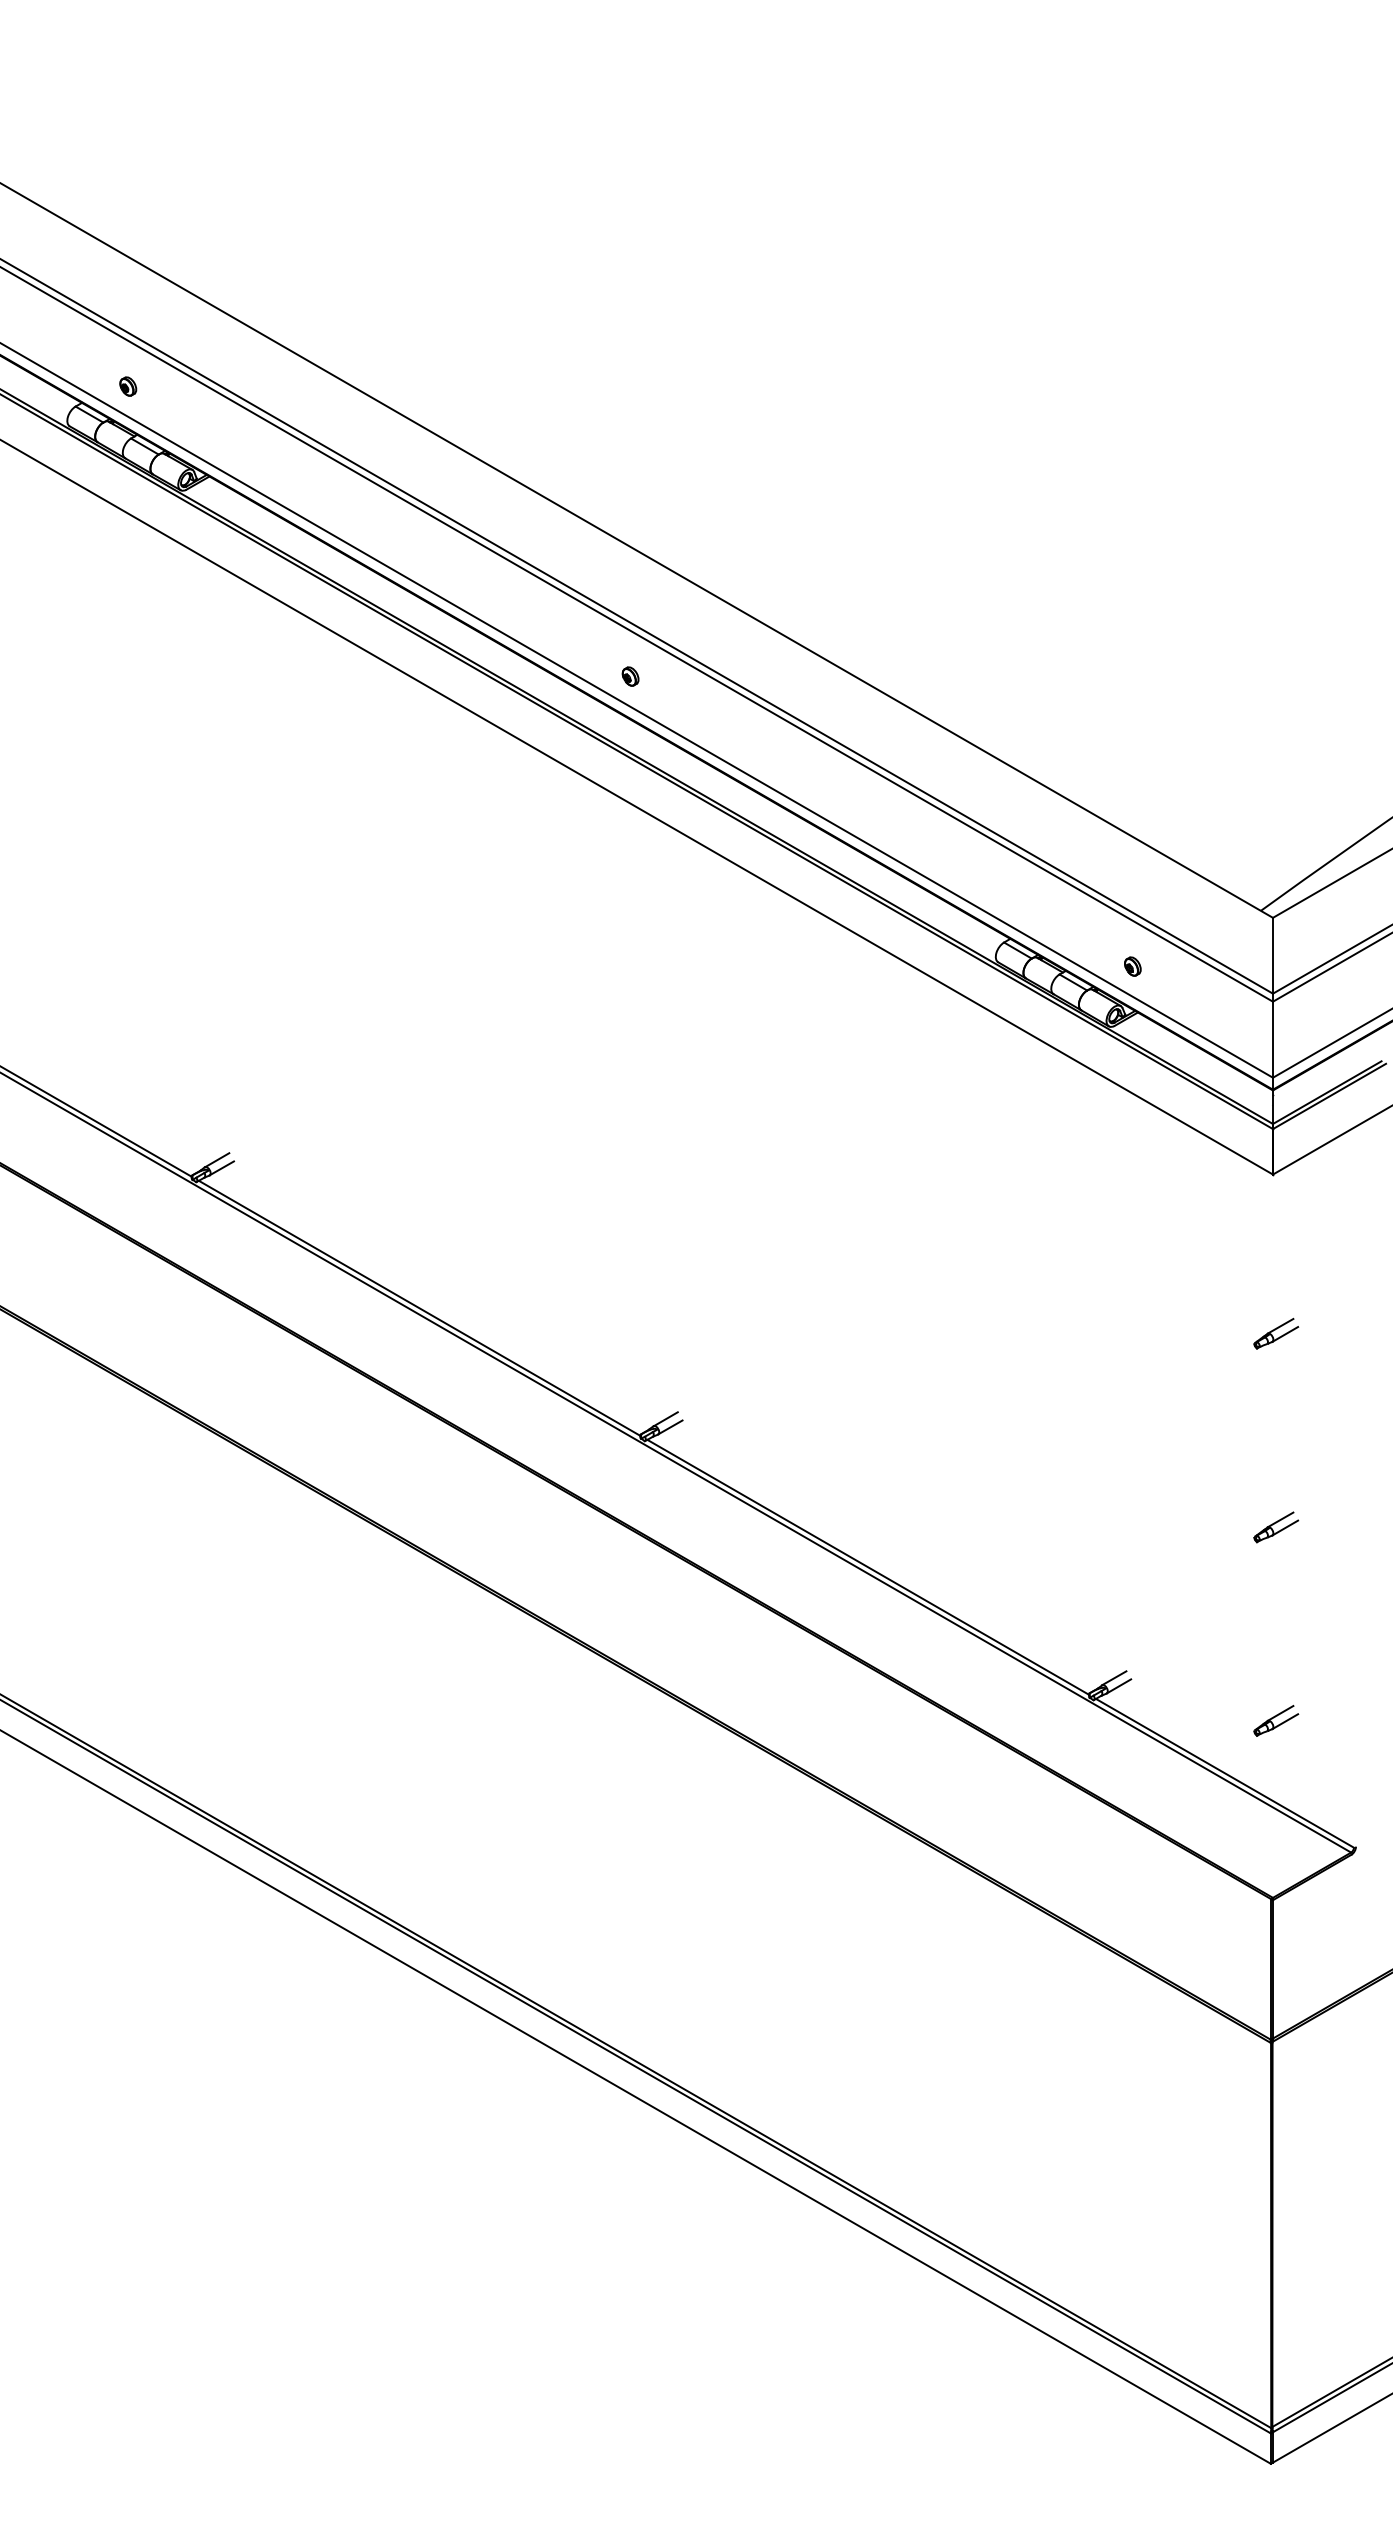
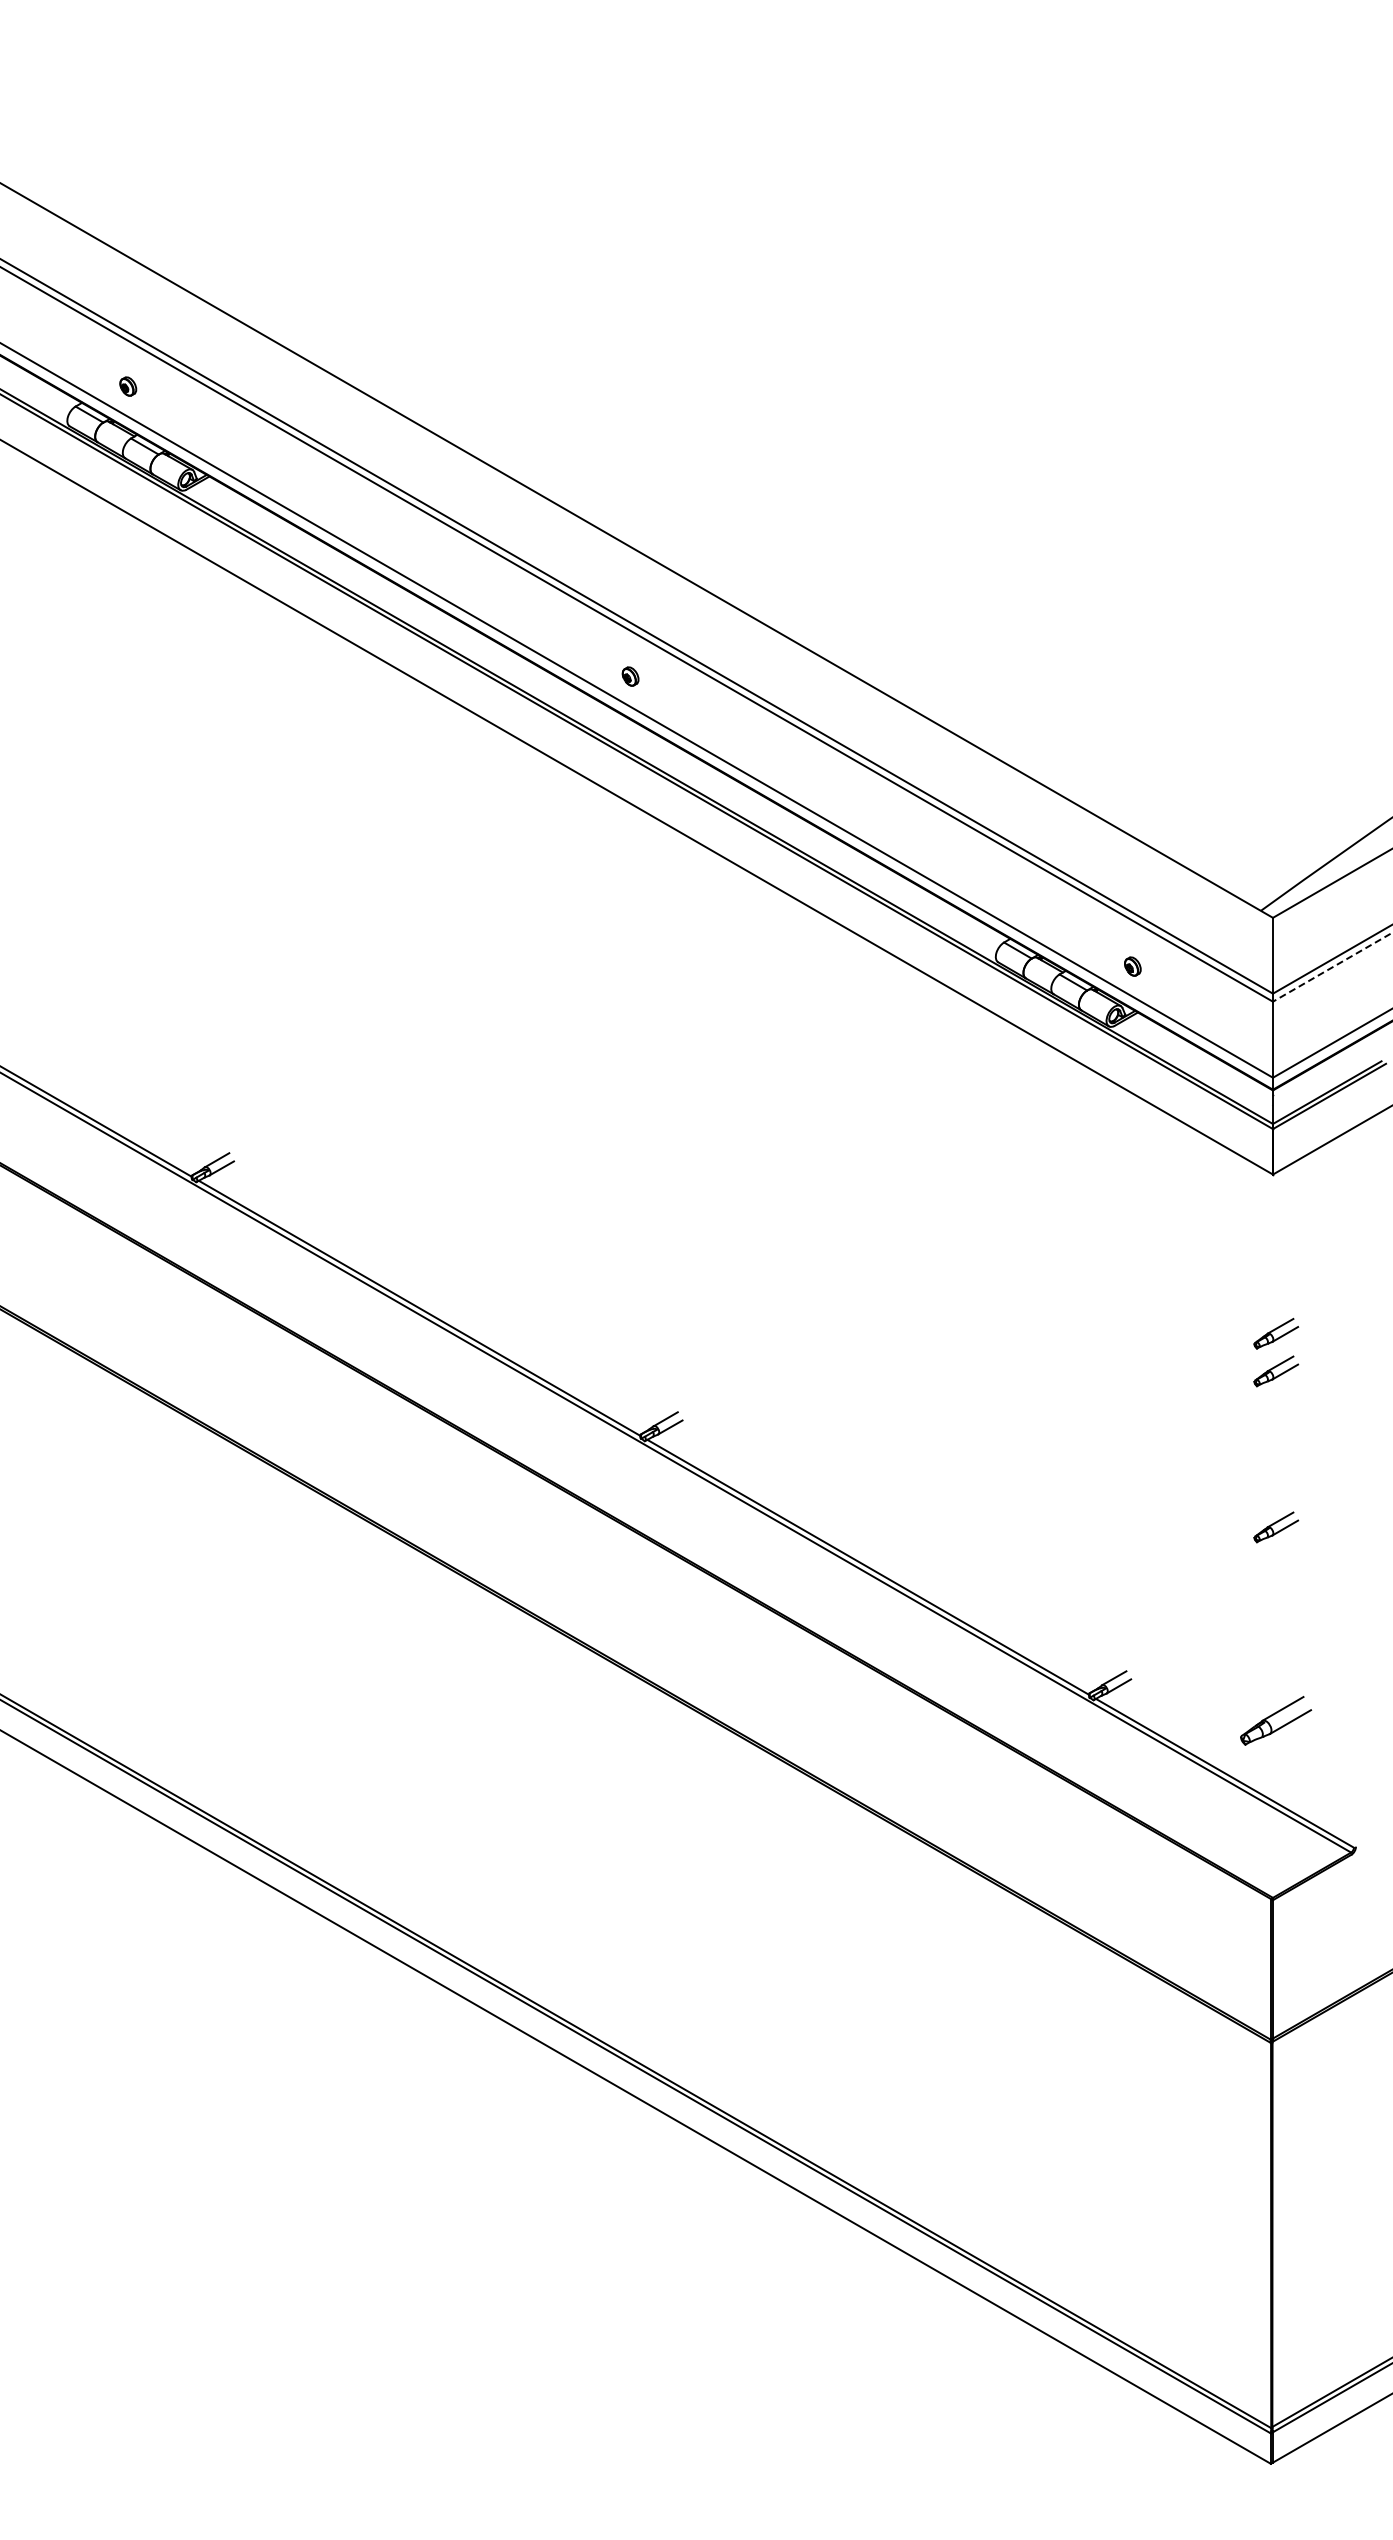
line at (1332, 967): solid -> dashed
part at (1276, 1371): none -> present
part at (1276, 1720) size: 47x32 px -> 73x50 px
